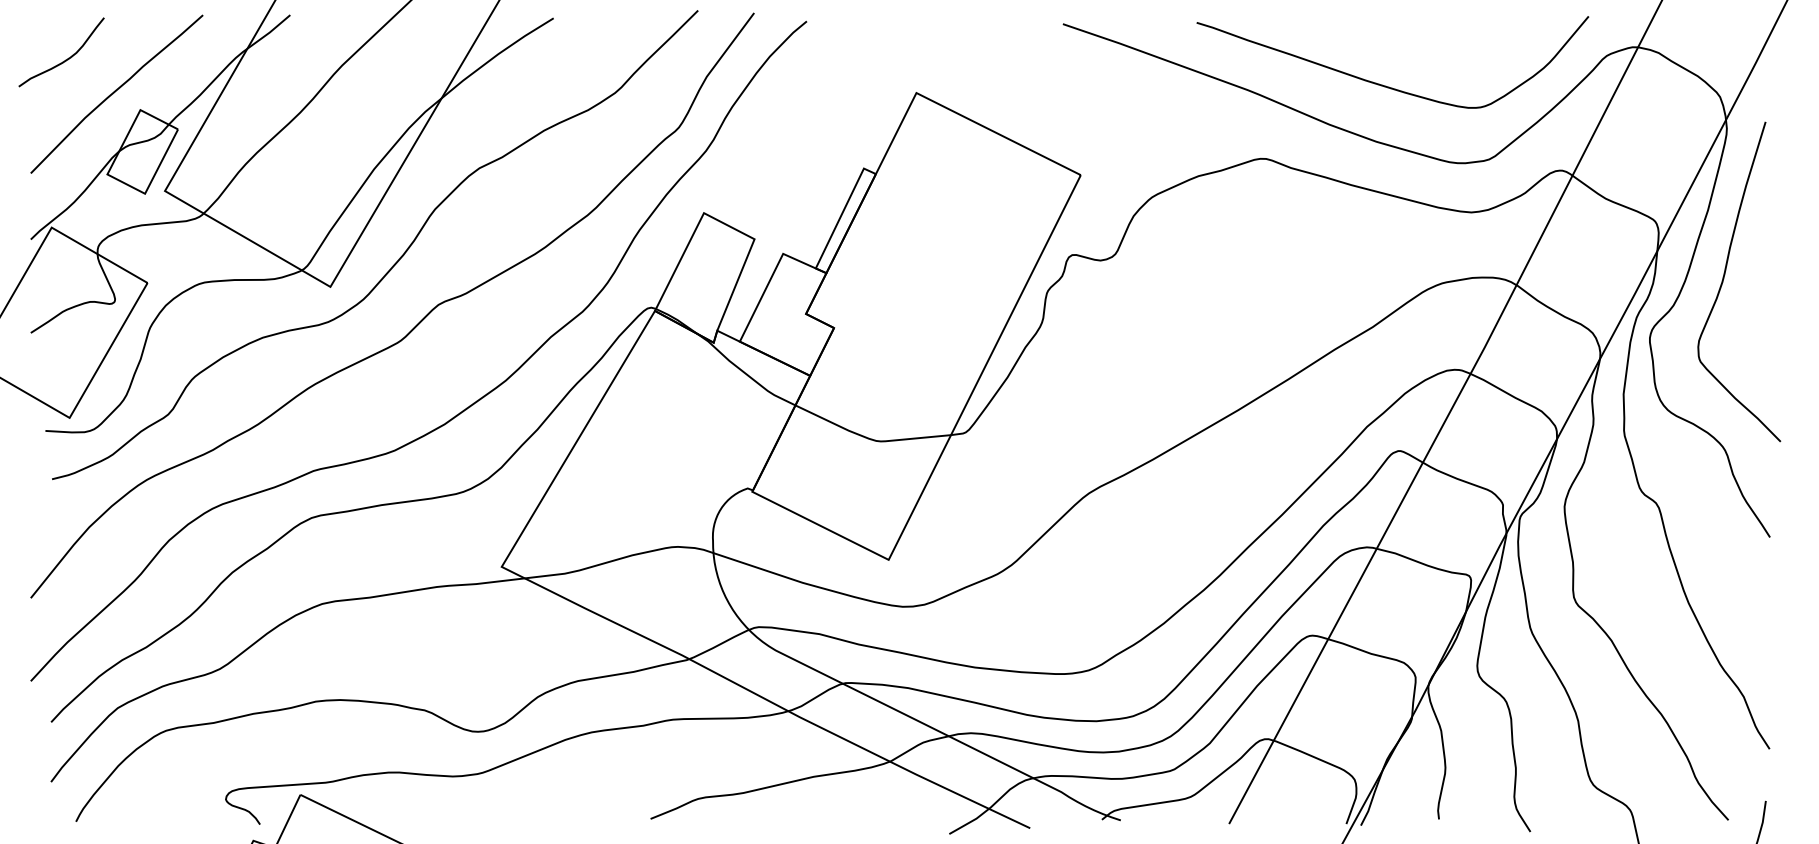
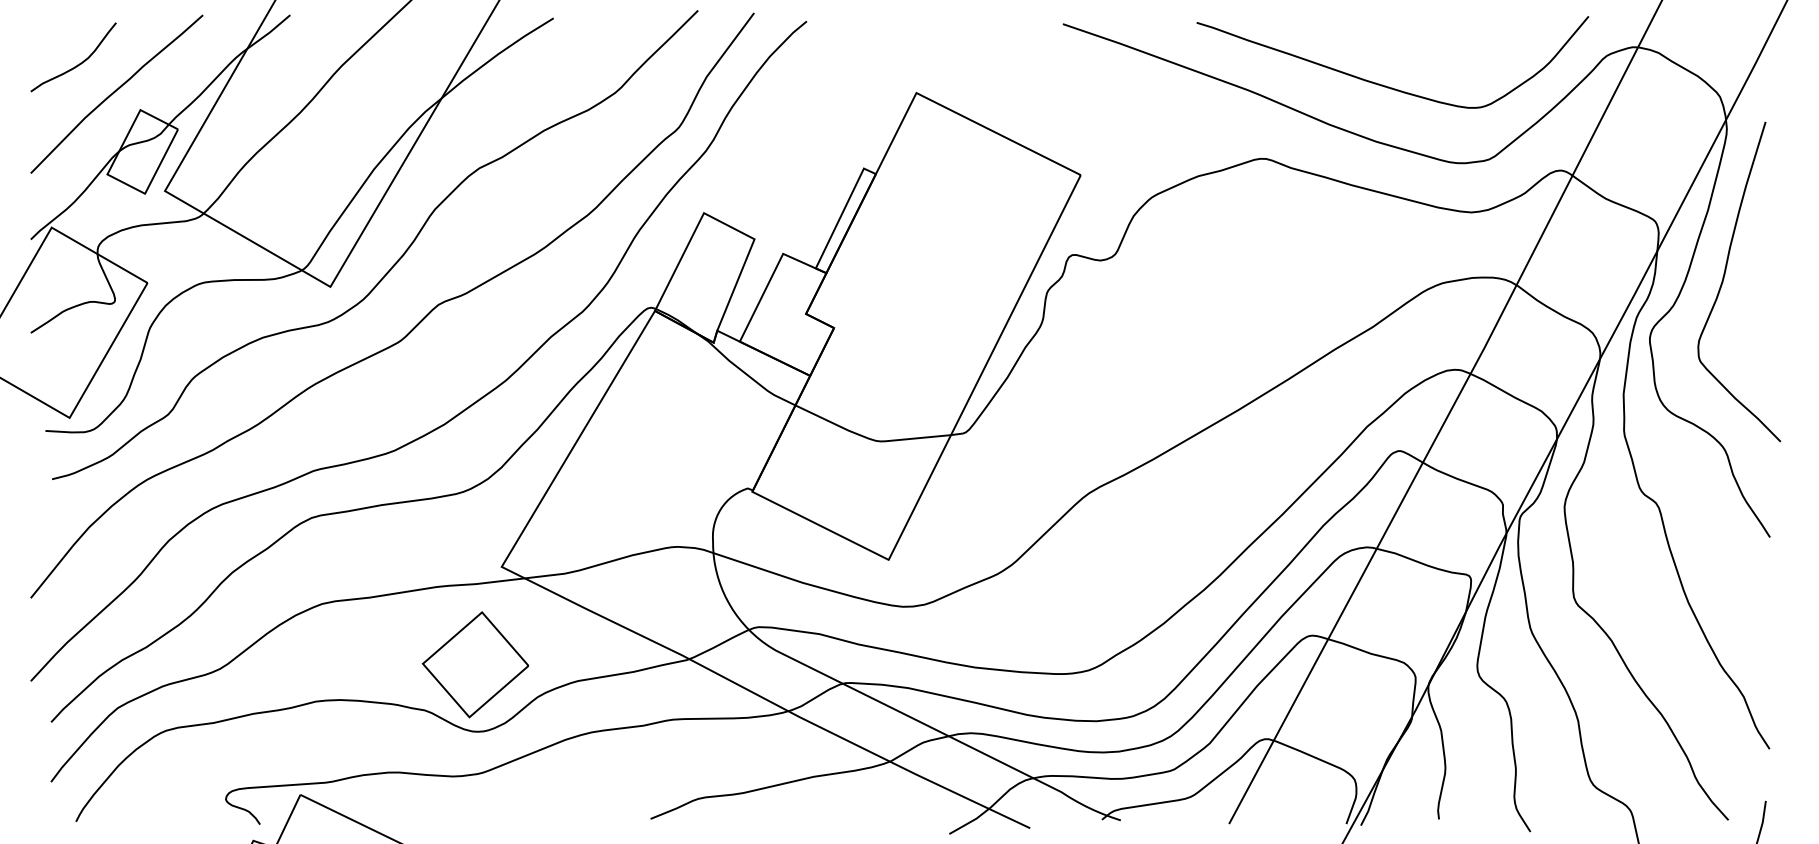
curve at (65, 59) position: (65, 59) -> (77, 64)
part at (474, 664): none -> present
